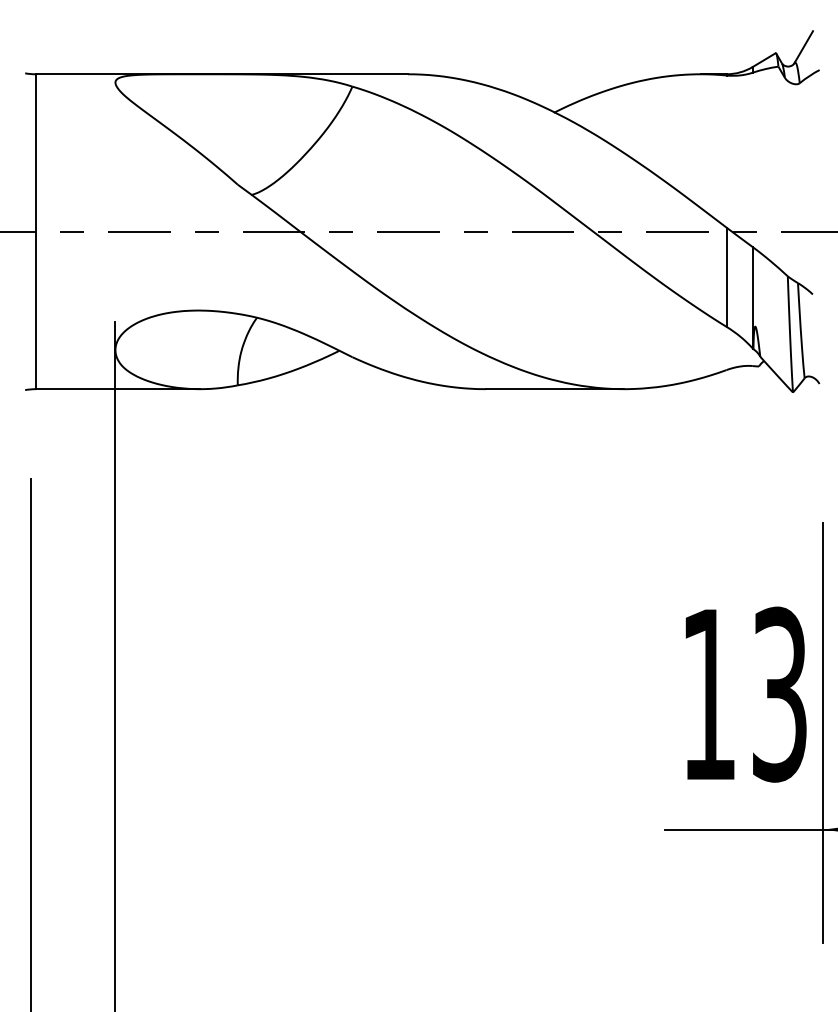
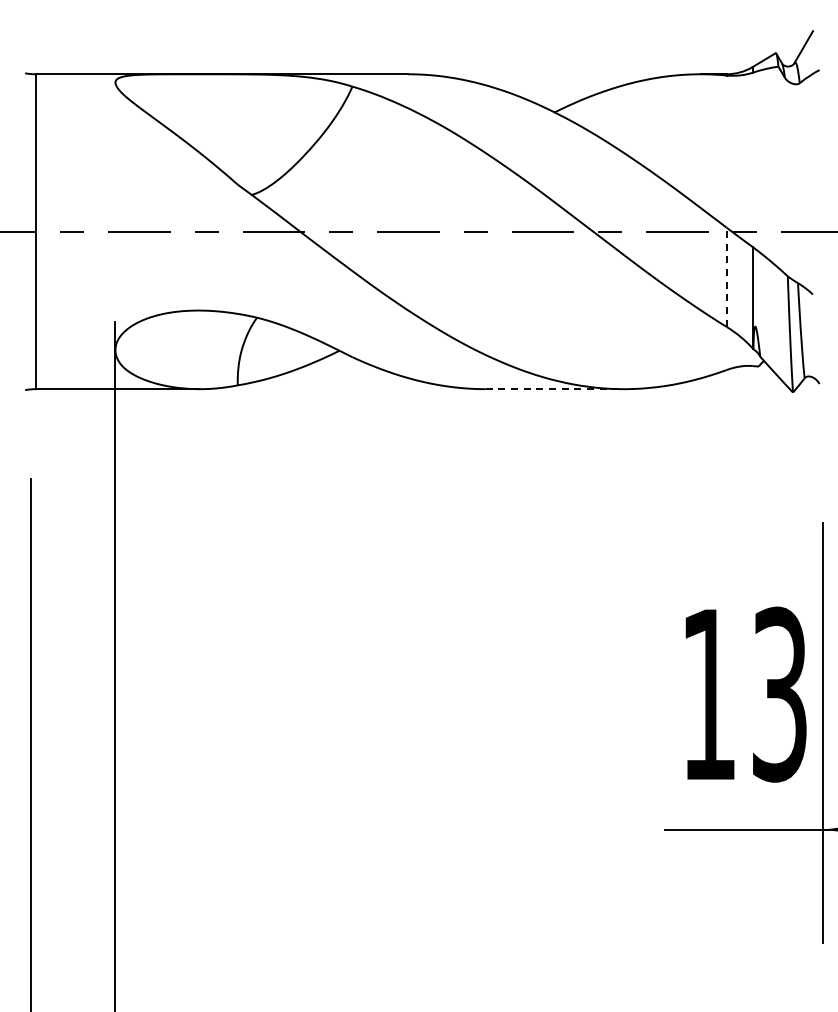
line at (726, 277): solid -> dashed
line at (555, 389): solid -> dashed
